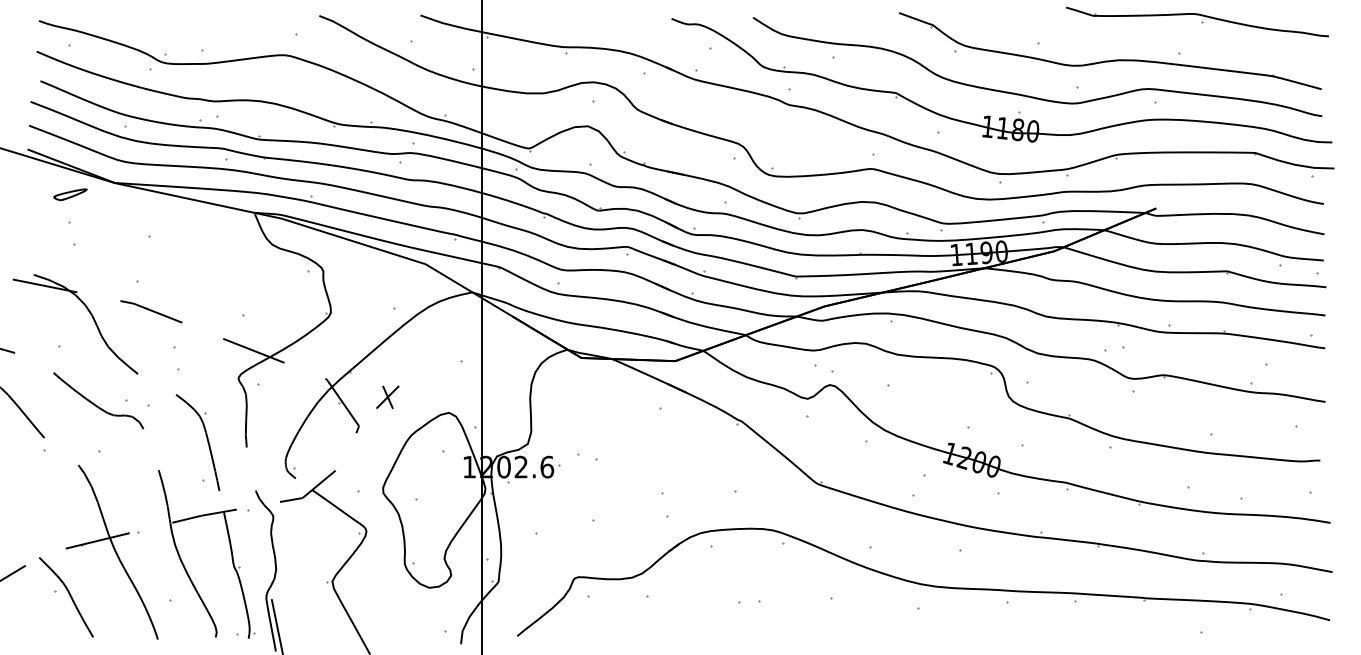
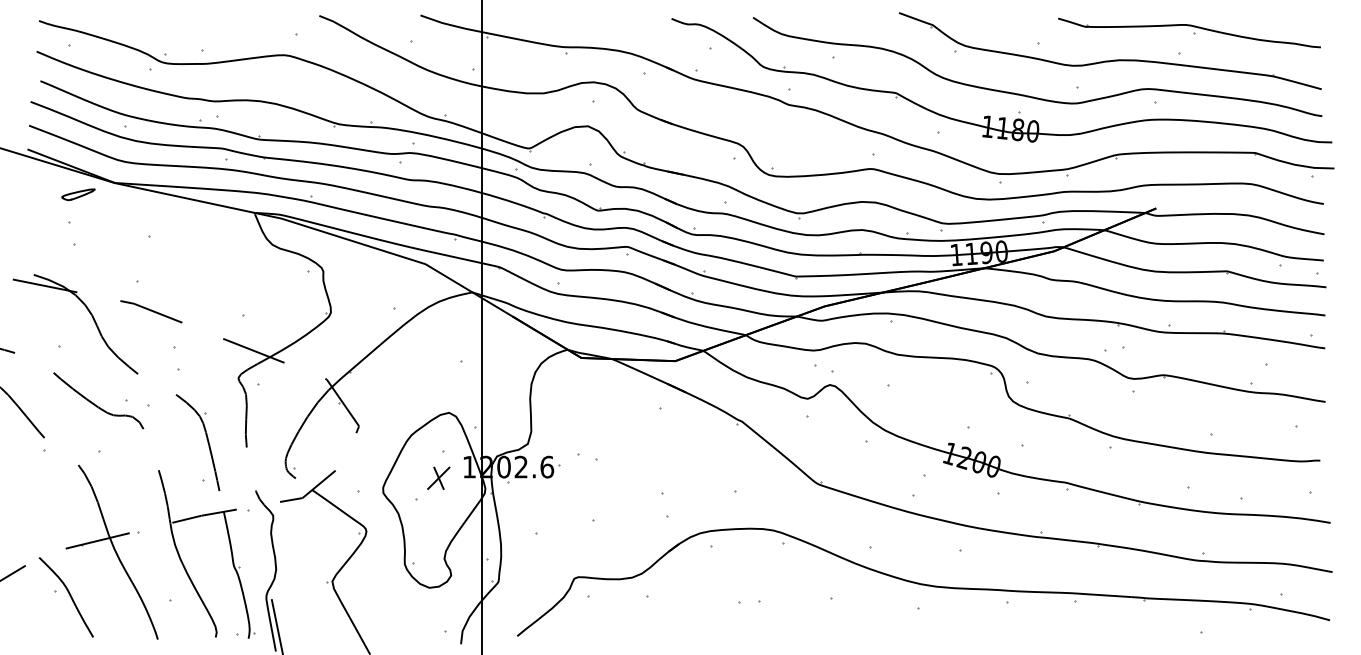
part at (1197, 21) position: (1197, 21) -> (1189, 32)
part at (70, 194) position: (70, 194) -> (78, 194)
part at (387, 396) position: (387, 396) -> (438, 477)
